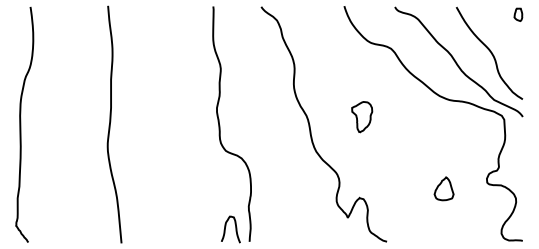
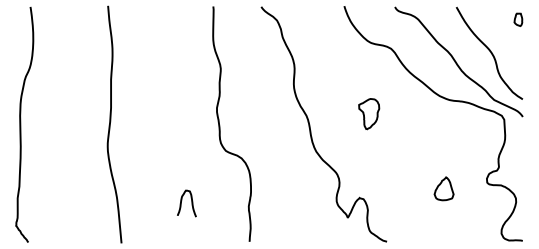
part at (518, 14) position: (518, 14) -> (518, 19)
part at (362, 117) position: (362, 117) -> (369, 114)
curve at (226, 226) position: (226, 226) -> (182, 200)
